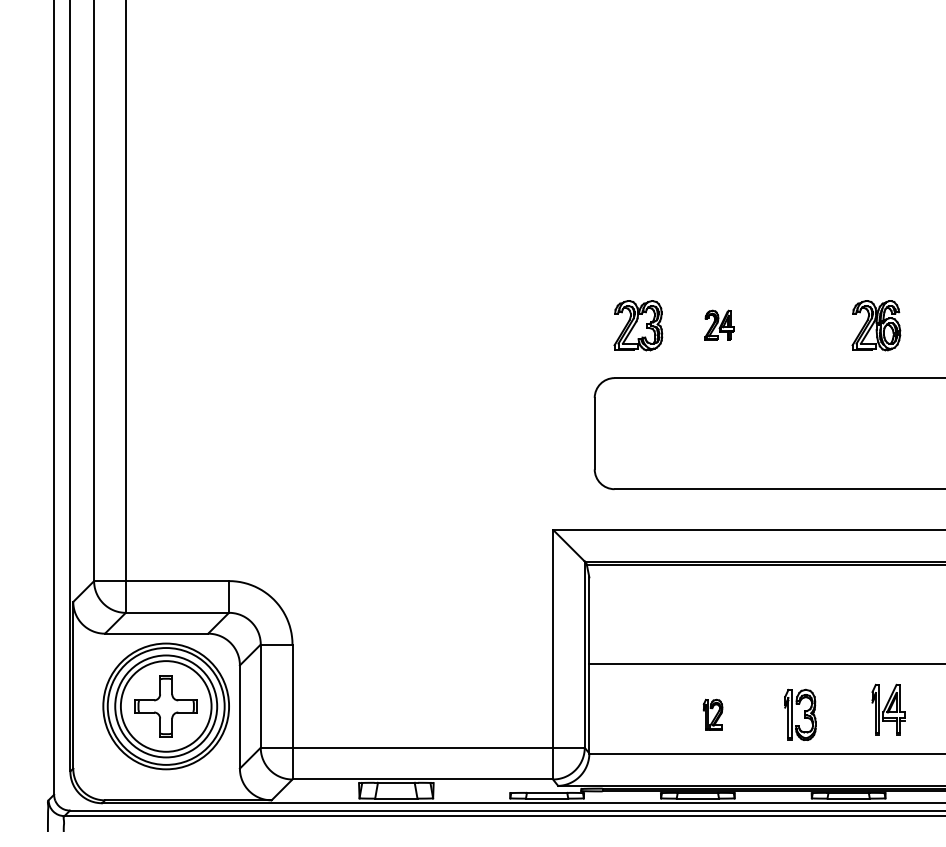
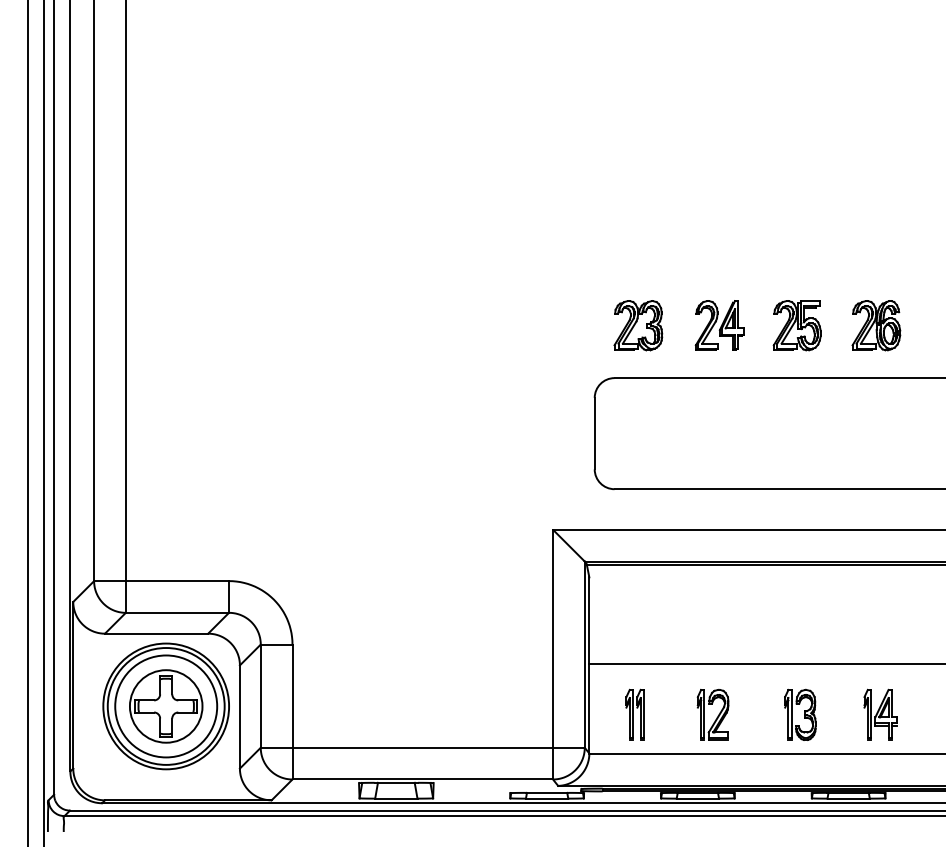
part at (719, 324) size: 31x32 px -> 51x51 px
part at (796, 325): none -> present
line at (28, 422): none -> present
line at (44, 422): none -> present
circle at (165, 706) diameter: 91 px -> 73 px
part at (888, 709) position: (888, 709) -> (880, 714)
part at (634, 714): none -> present
part at (712, 714) size: 22x33 px -> 34x52 px
